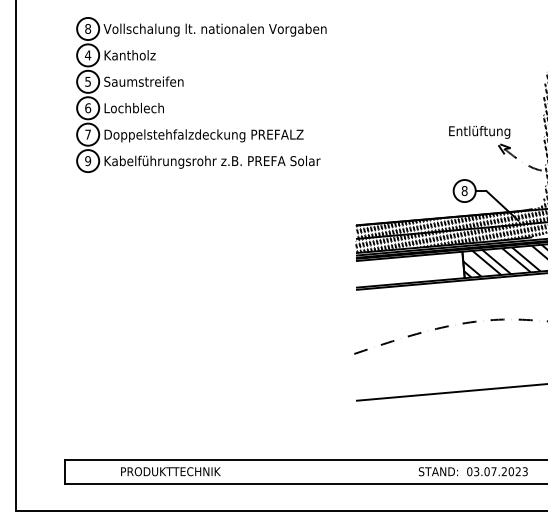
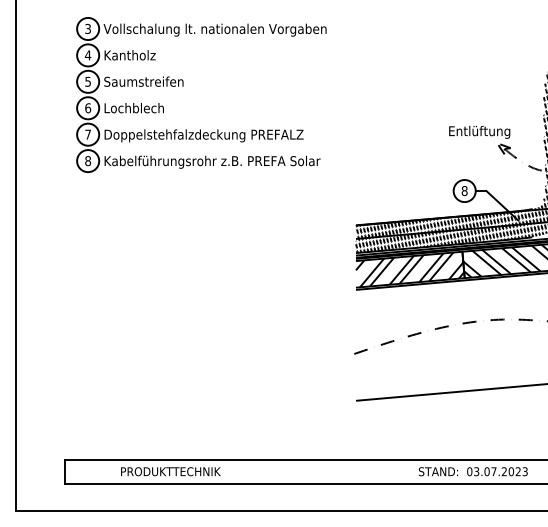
text at (88, 28): 8 -> 3
text at (88, 161): 9 -> 8
hatch at (409, 269): none -> present
